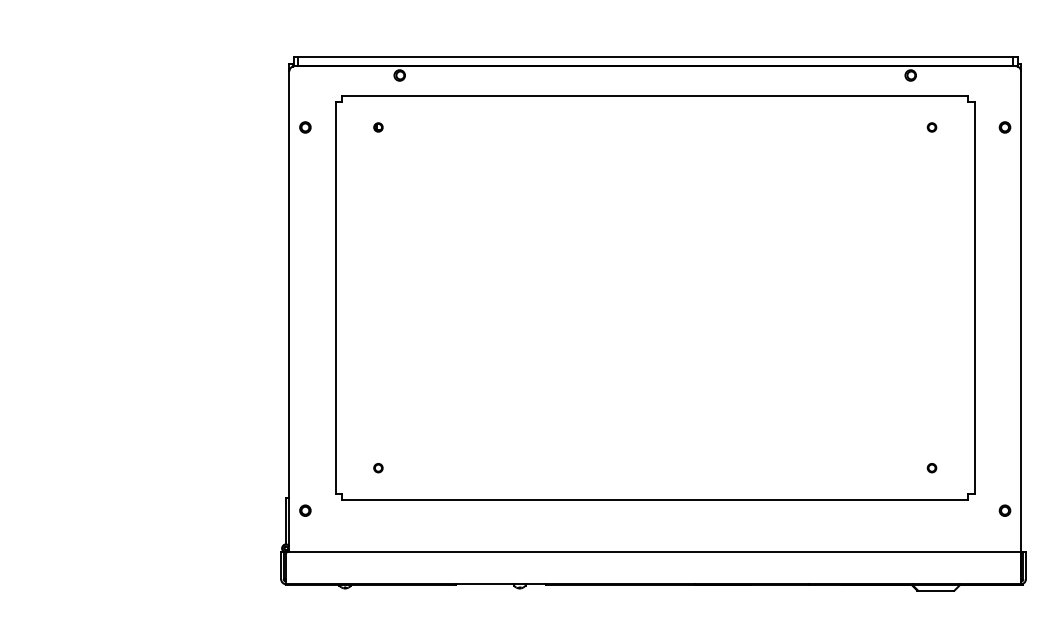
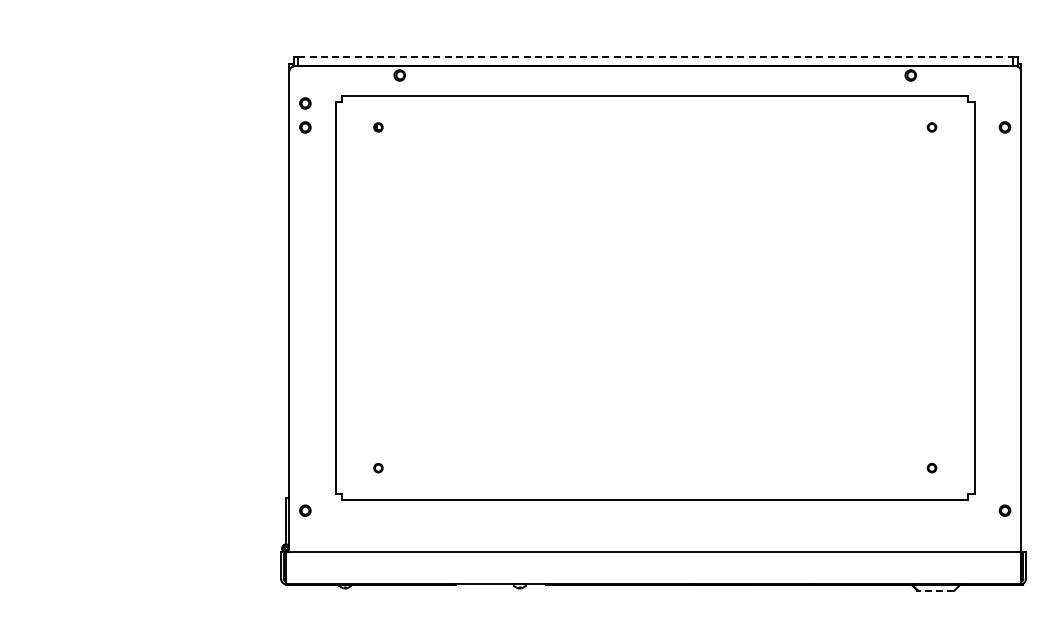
line at (655, 56): solid -> dashed
part at (305, 103): none -> present
line at (935, 590): solid -> dashed
